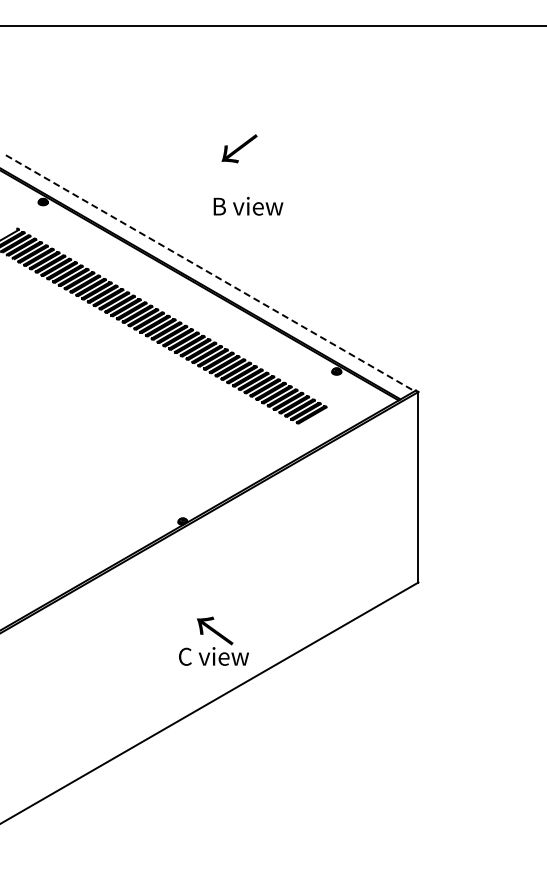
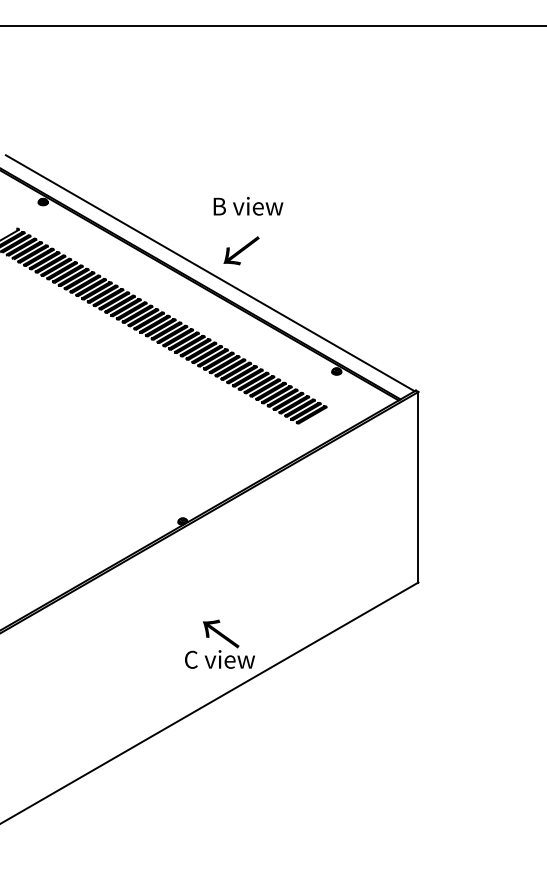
text at (239, 148) position: (239, 148) -> (241, 250)
line at (210, 273): dashed -> solid
text at (213, 640) position: (213, 640) -> (219, 643)
